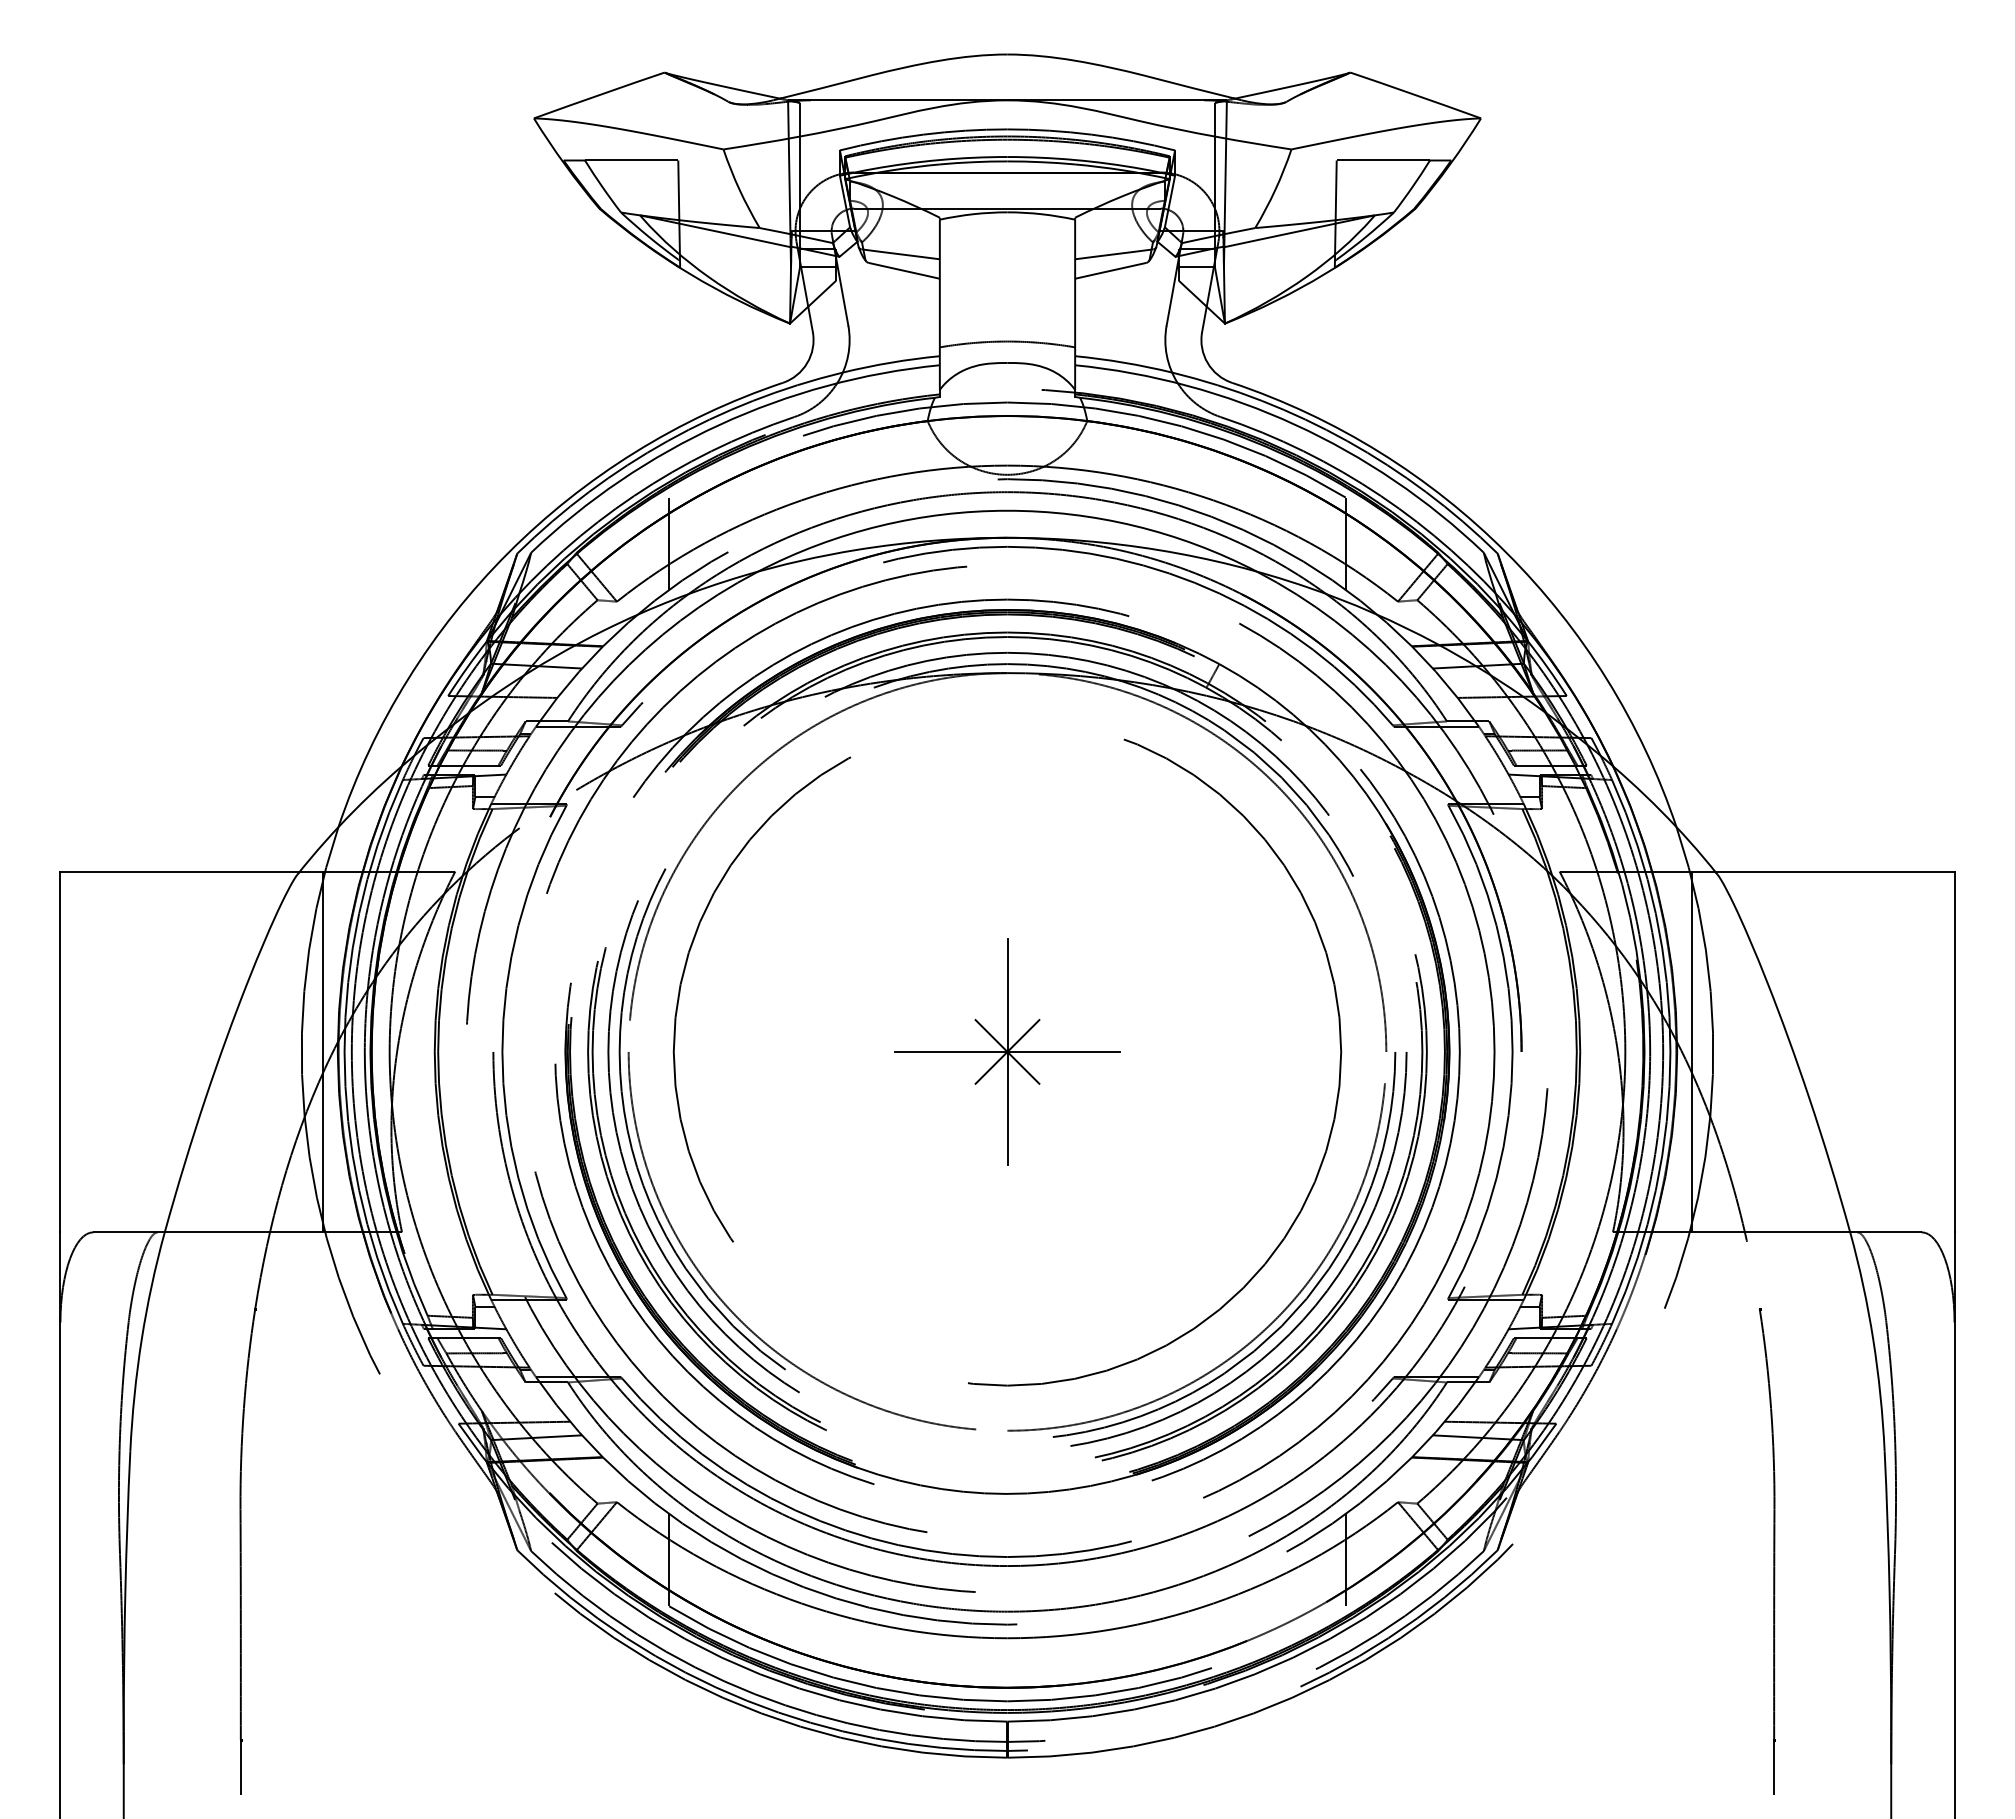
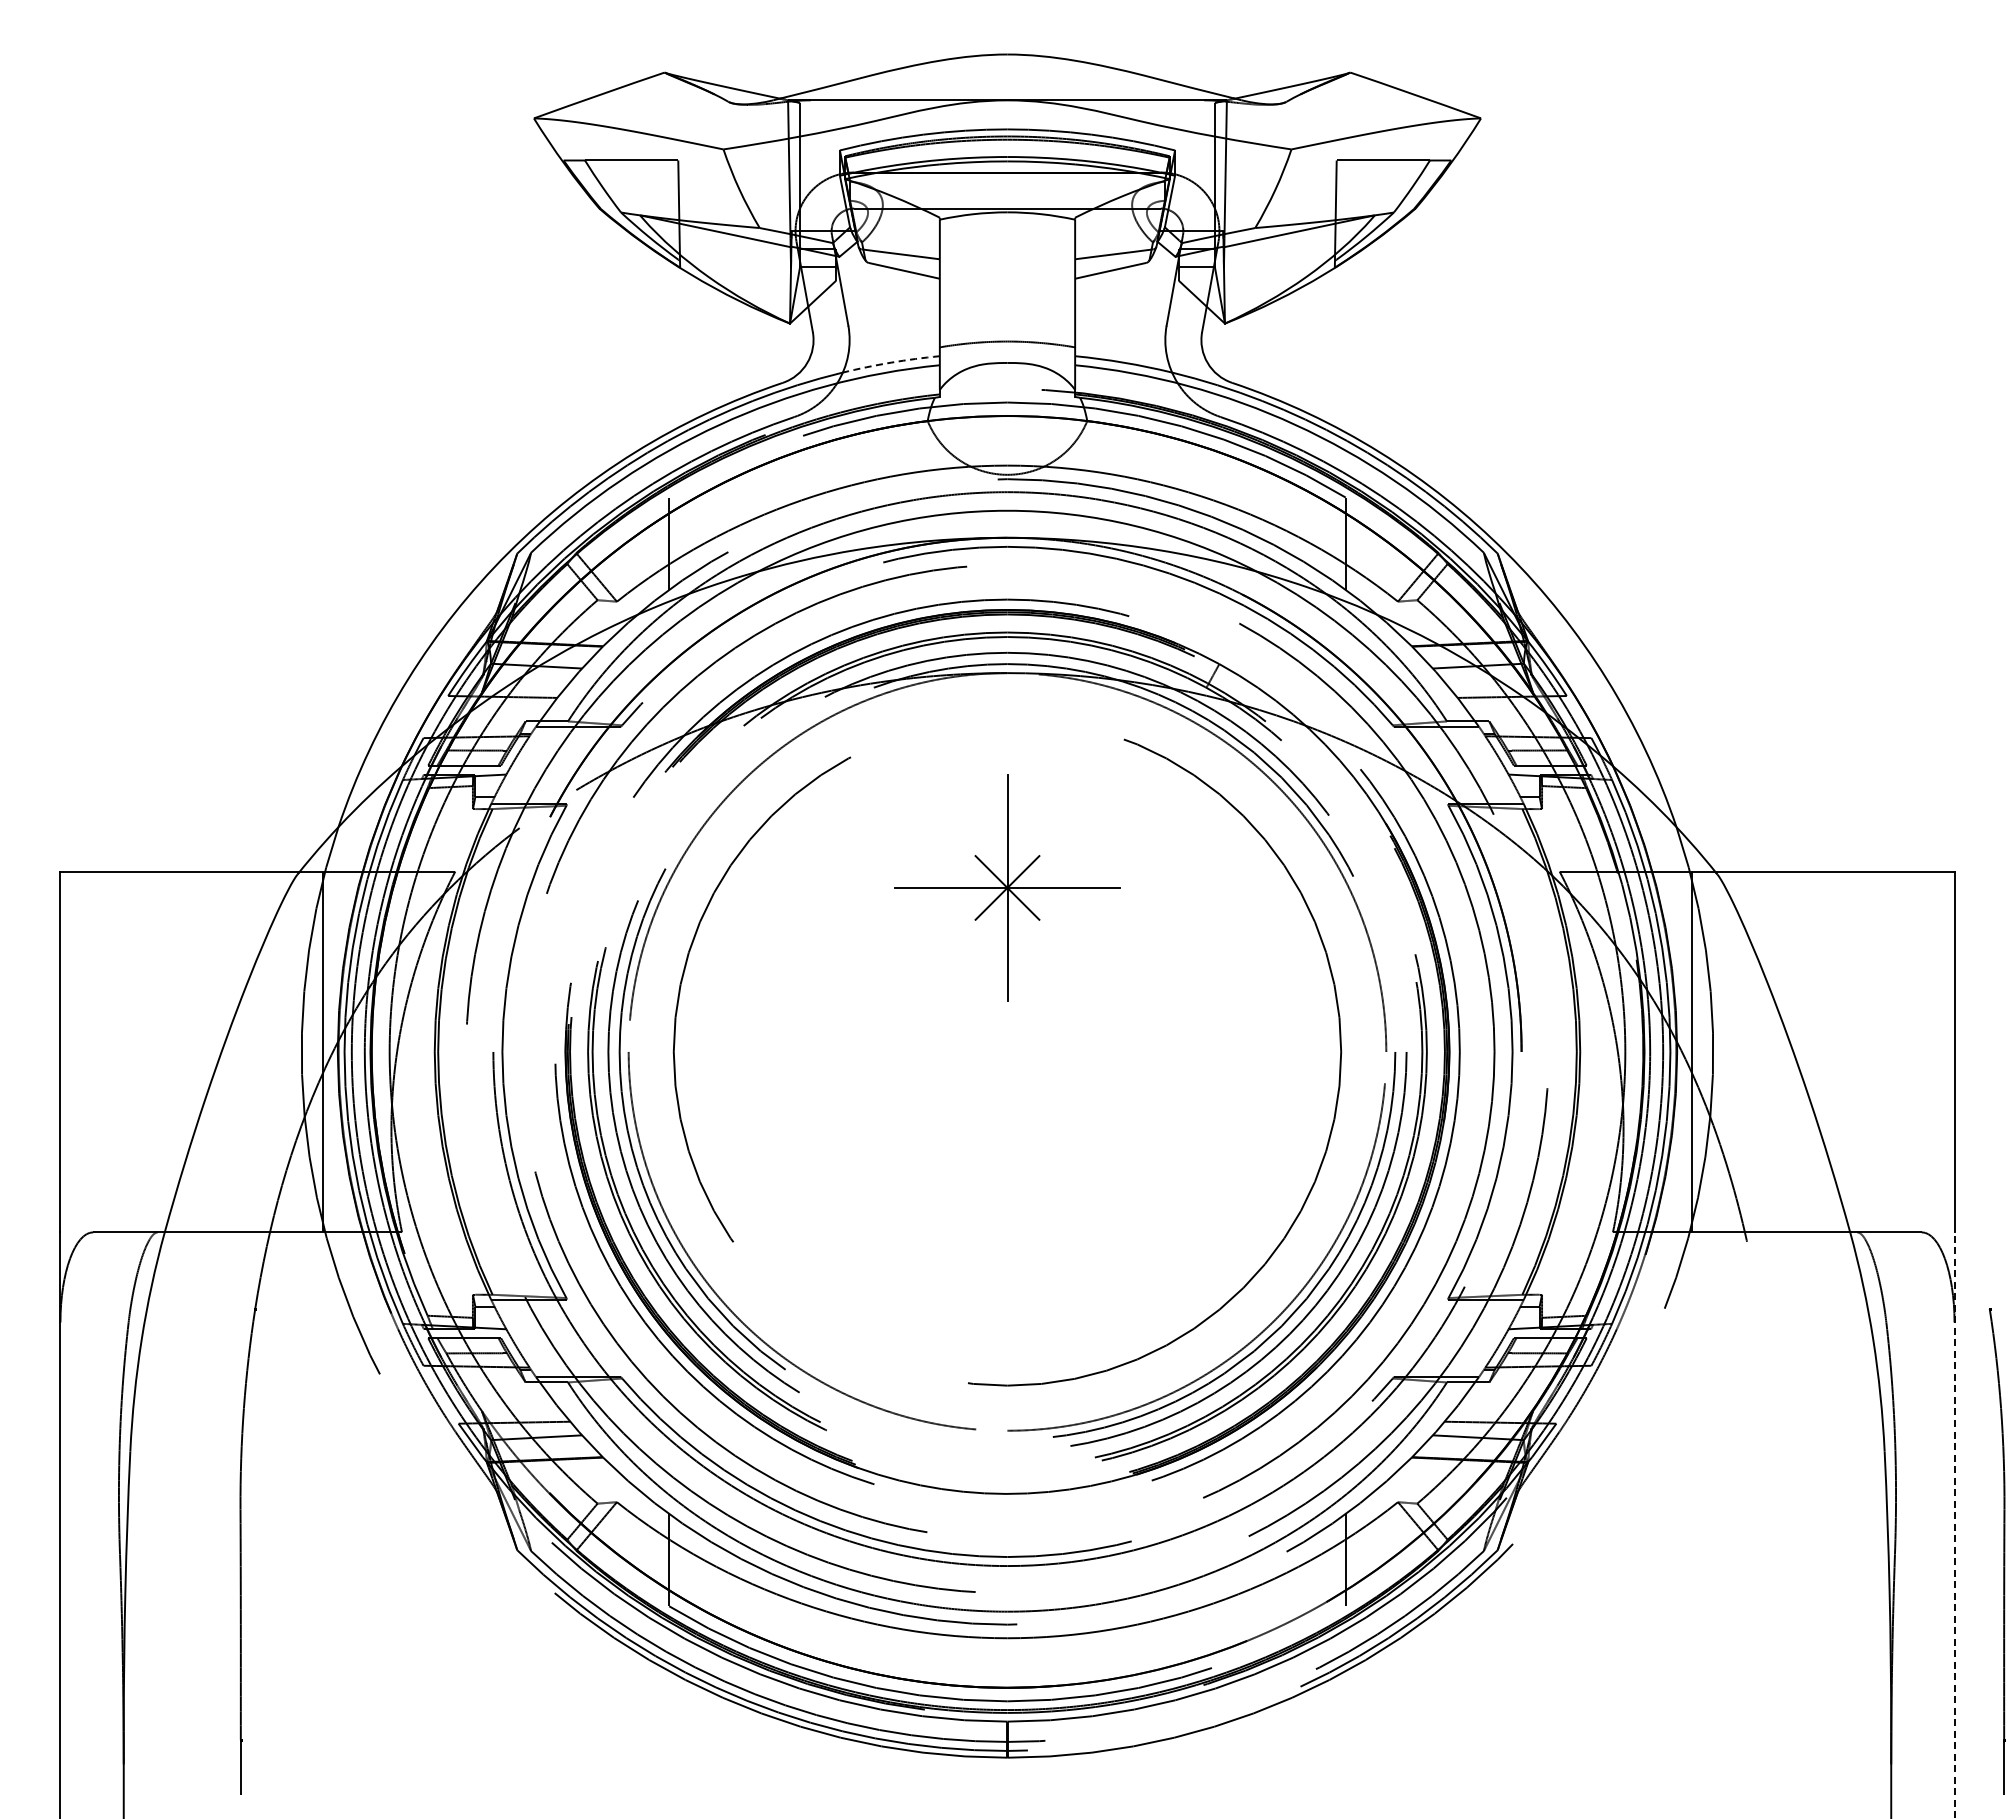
arc at (891, 362): solid -> dashed
part at (1007, 1051) position: (1007, 1051) -> (1007, 887)
line at (1954, 1525): solid -> dashed
part at (1773, 1551) position: (1773, 1551) -> (2003, 1551)
